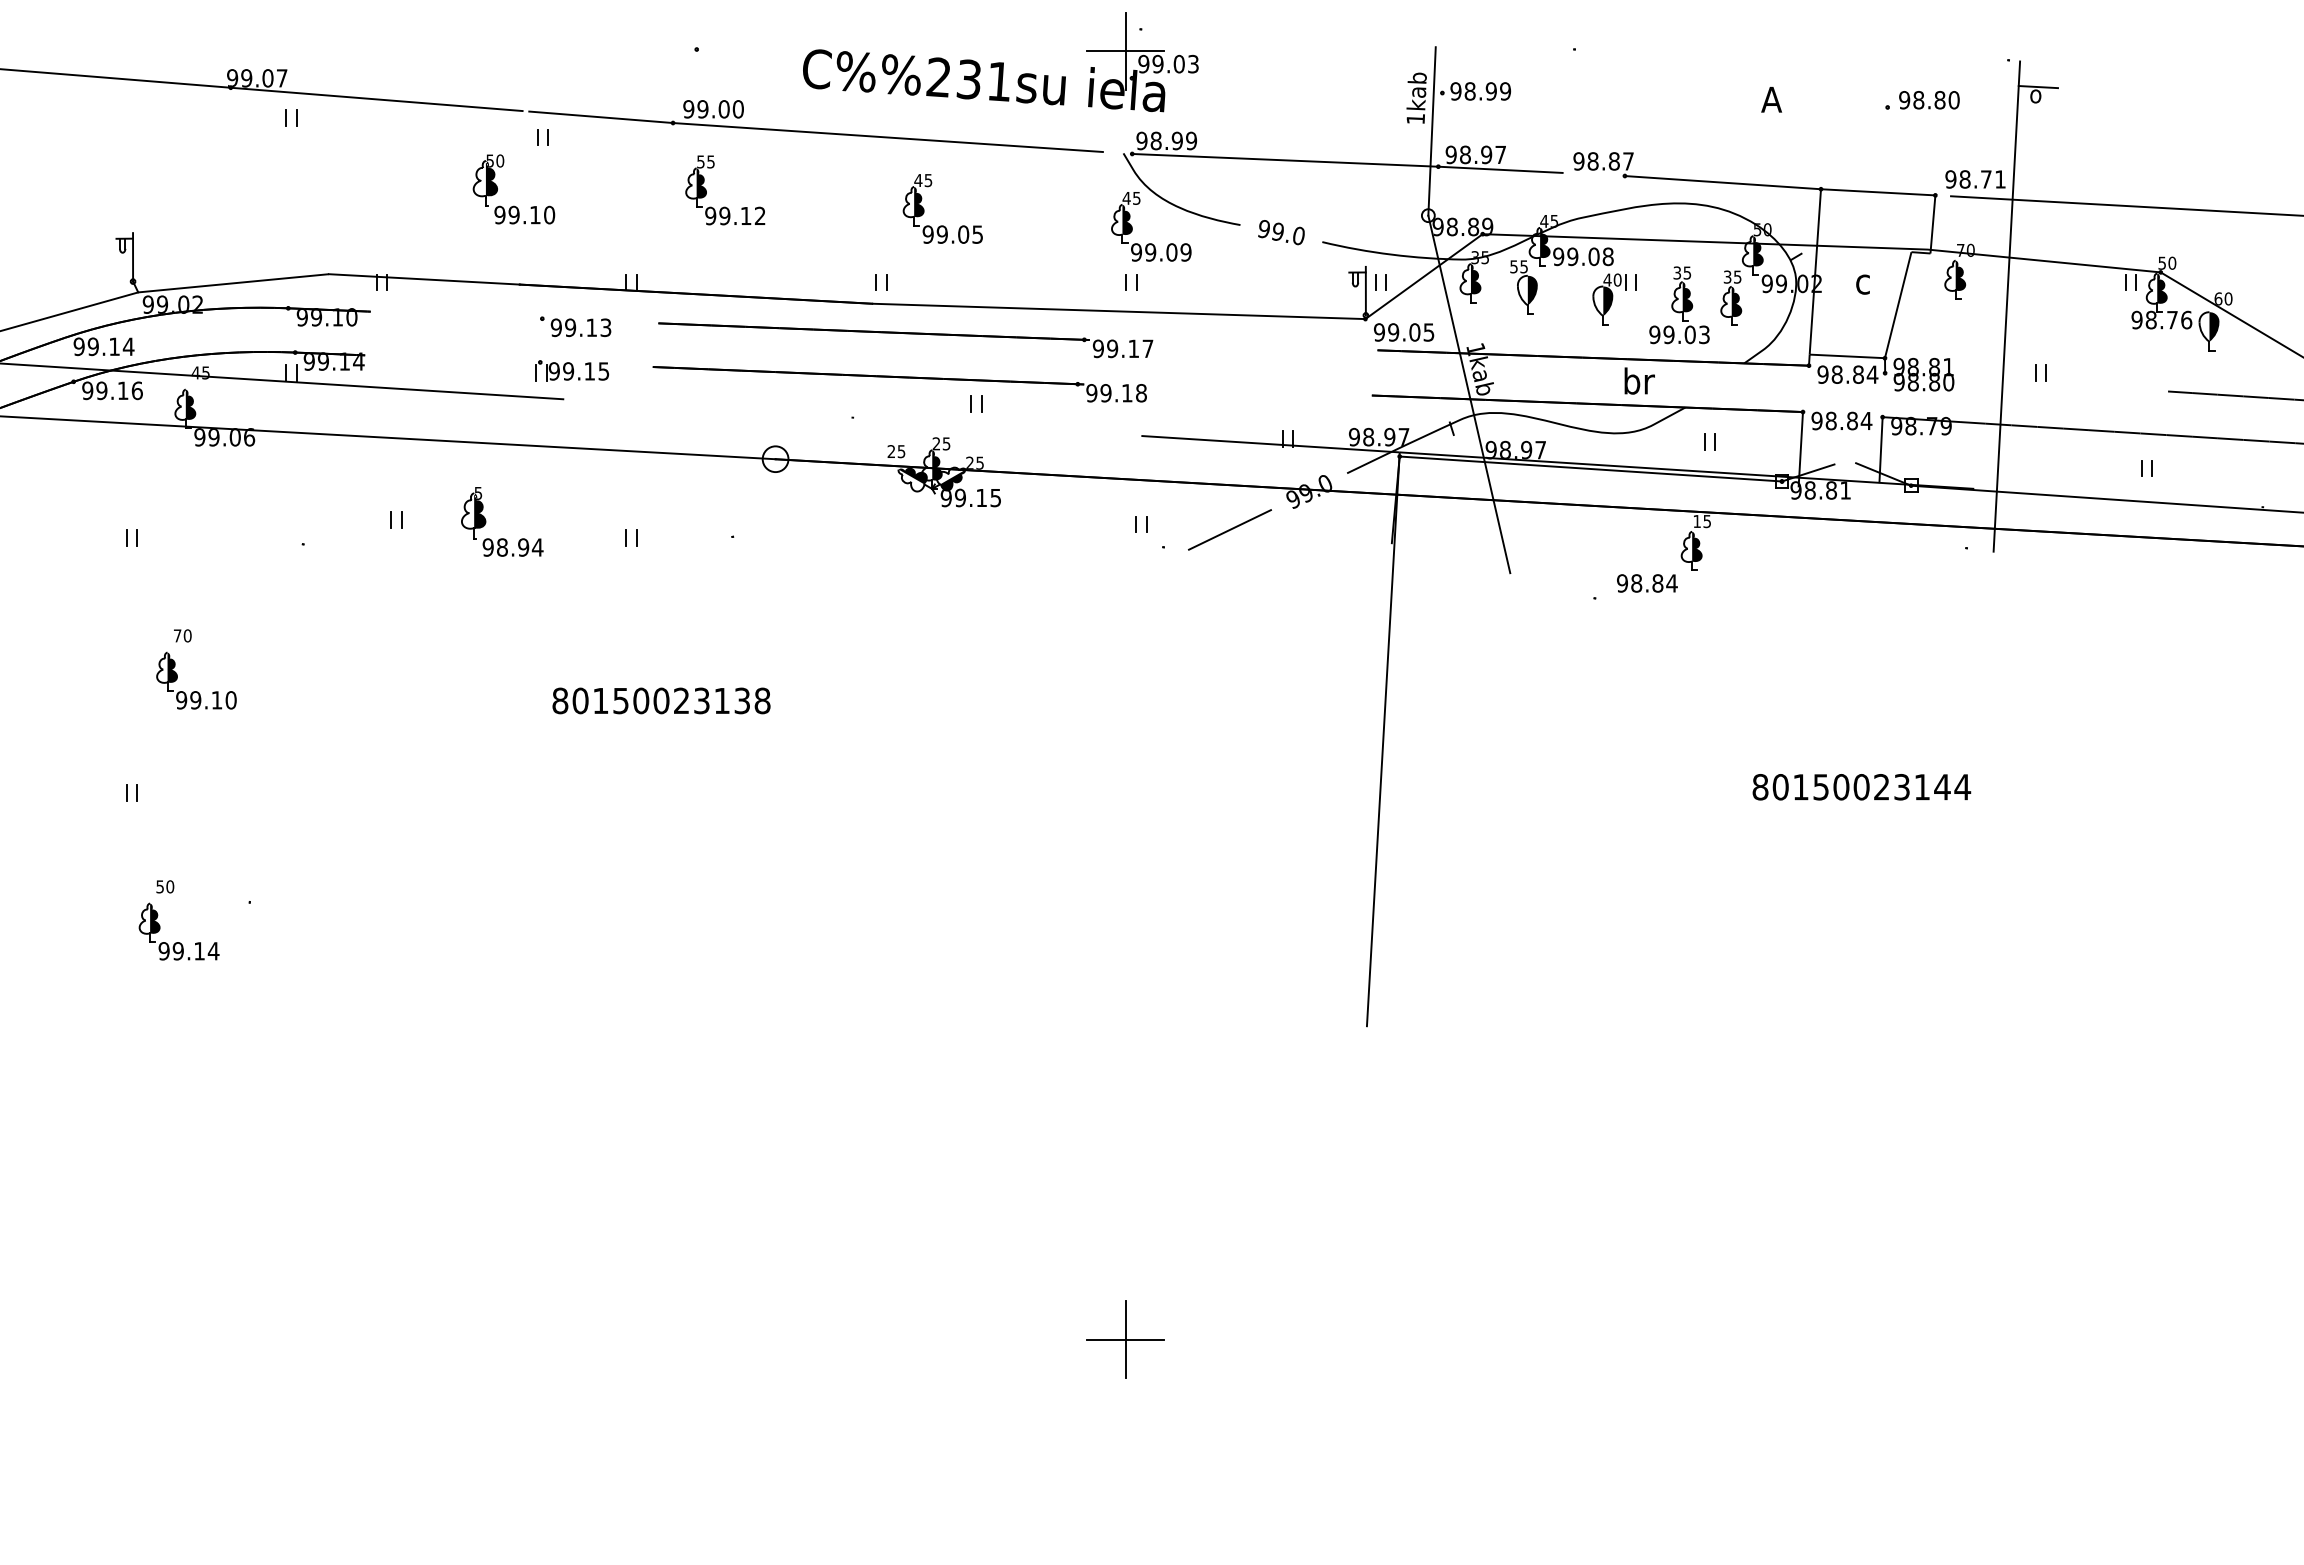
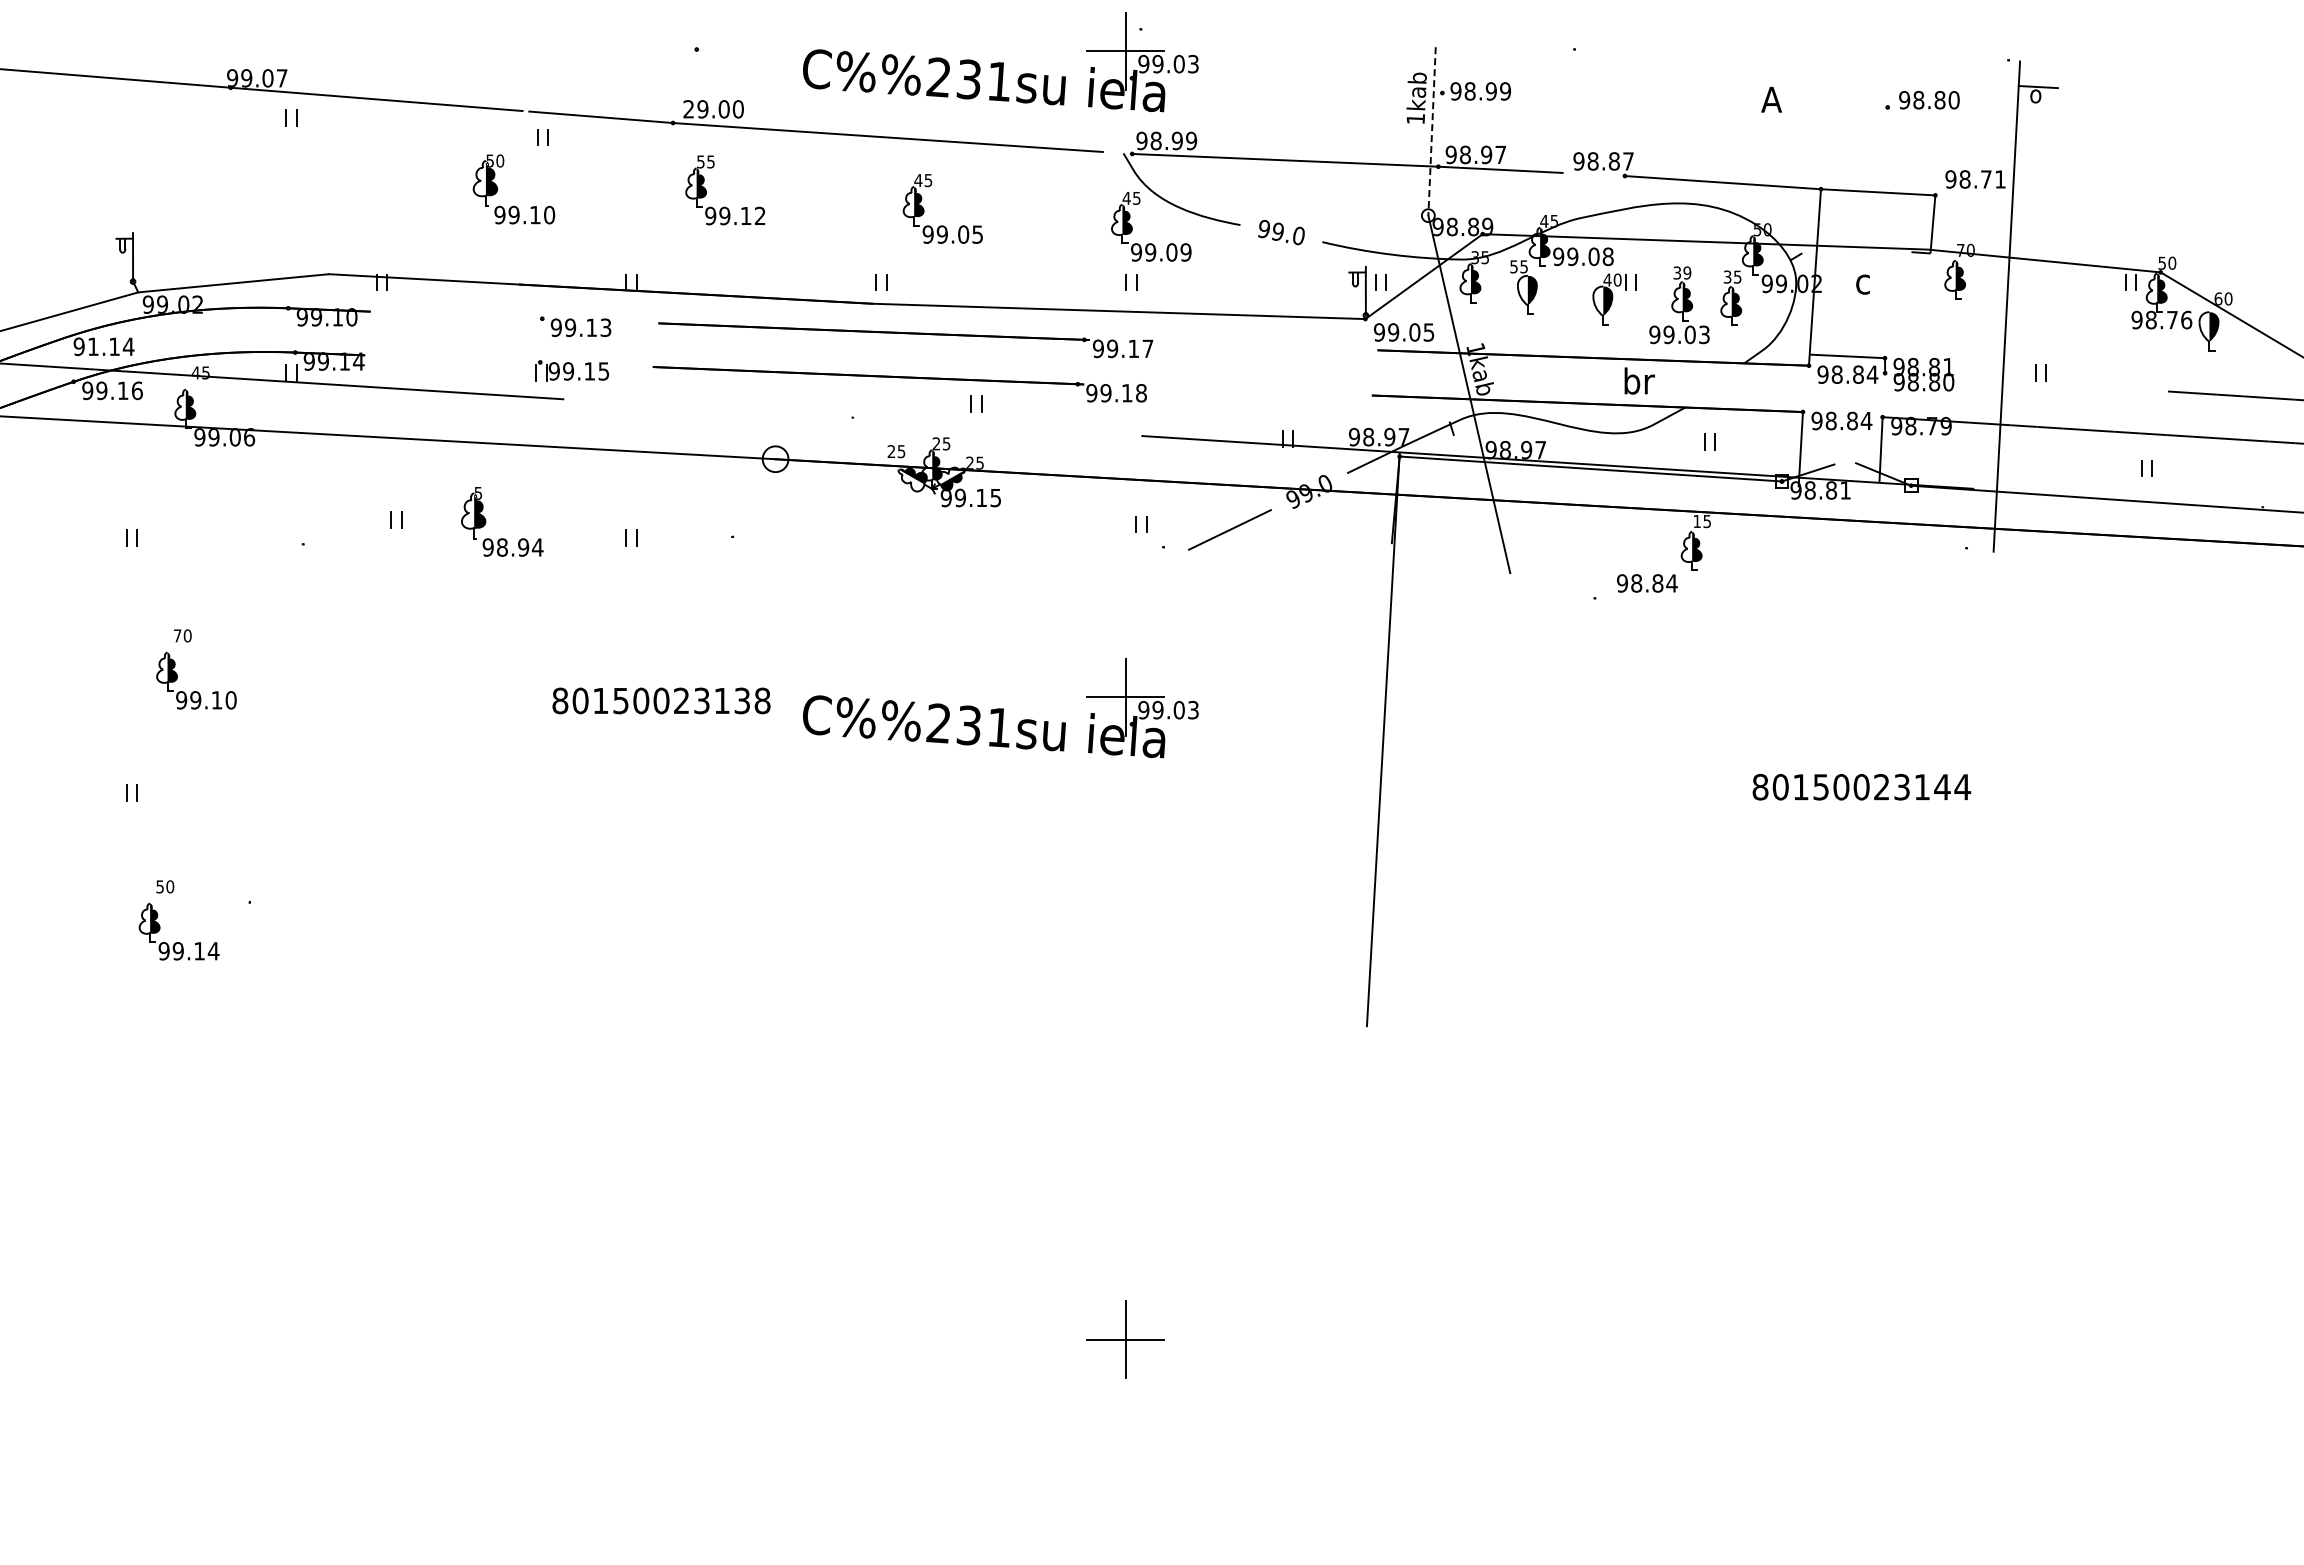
text at (688, 109): 99.00 -> 29.00
line at (1432, 131): solid -> dashed
line at (2117, 205): present -> none
text at (1687, 272): 35 -> 39
line at (1897, 306): present -> none
text at (92, 346): 99.14 -> 91.14
part at (1000, 708): none -> present
